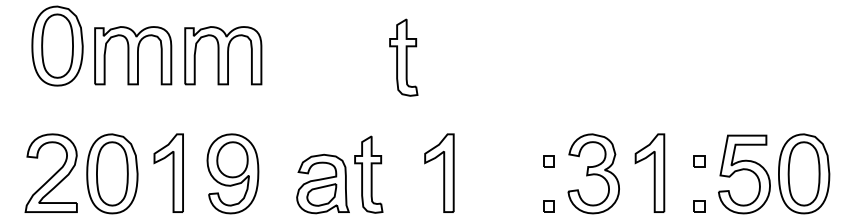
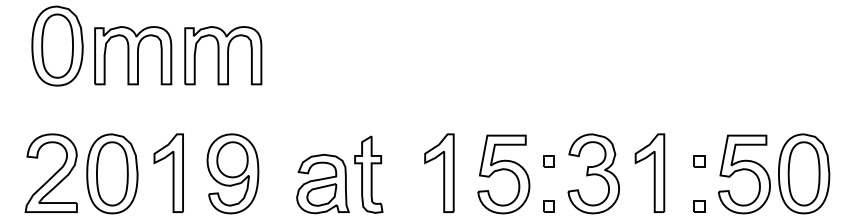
part at (403, 57): present -> none
part at (503, 174): none -> present
